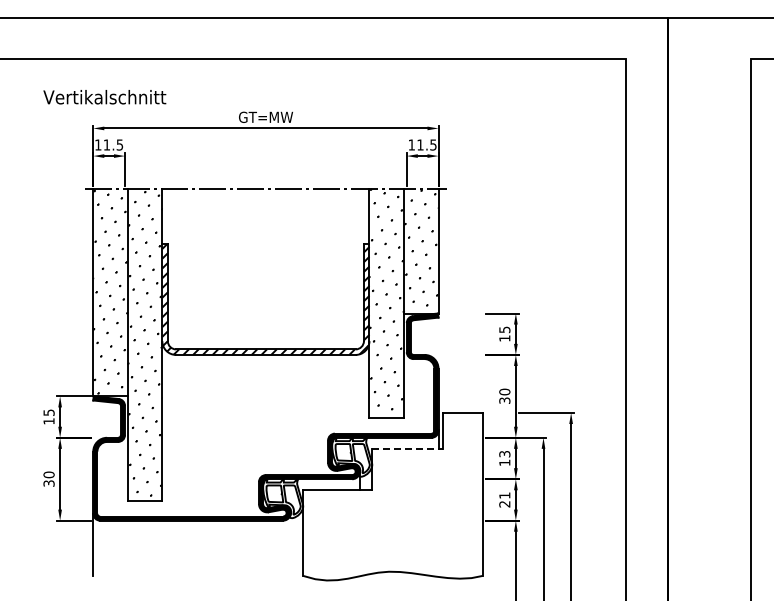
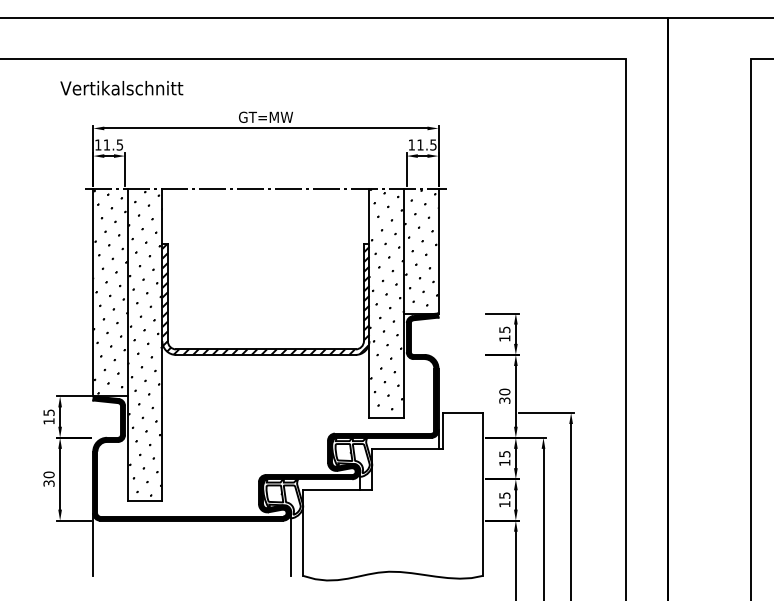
text at (104, 97) position: (104, 97) -> (121, 88)
line at (407, 448): dashed -> solid
text at (504, 454): 13 -> 15
text at (504, 499): 21 -> 15
line at (290, 544): none -> present
